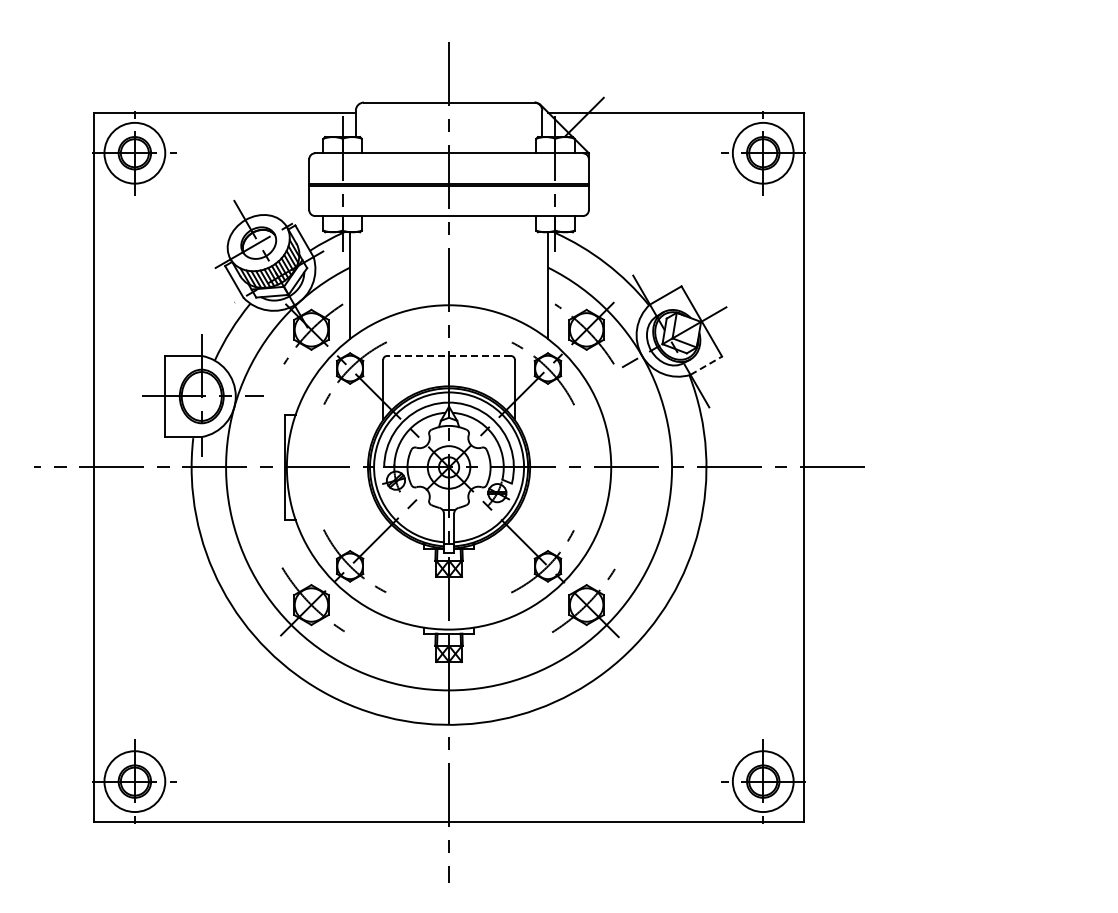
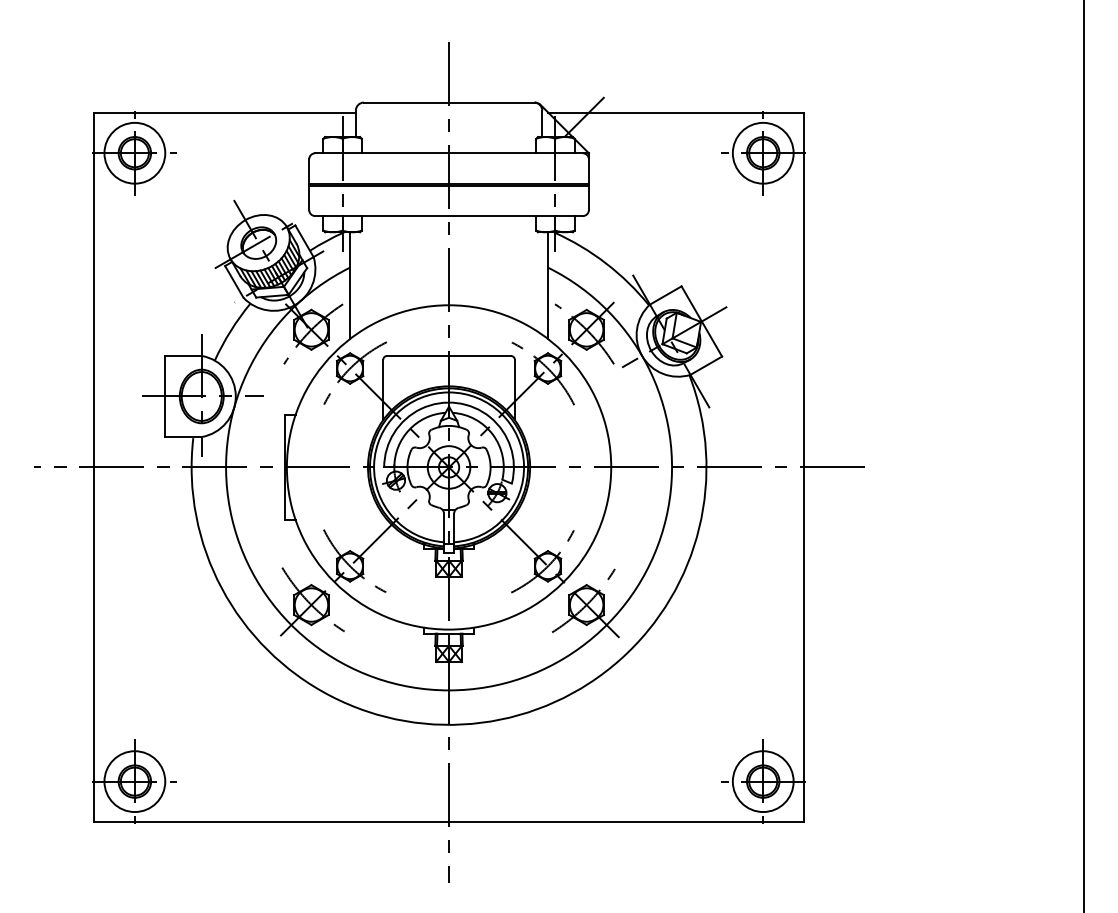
line at (449, 355): dashed -> solid
line at (706, 365): dashed -> solid
line at (1084, 455): none -> present
